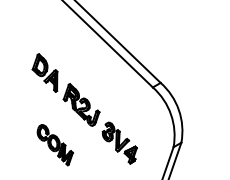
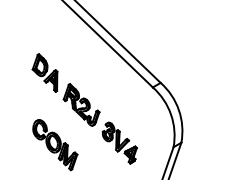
part at (54, 145) size: 38x43 px -> 47x53 px
